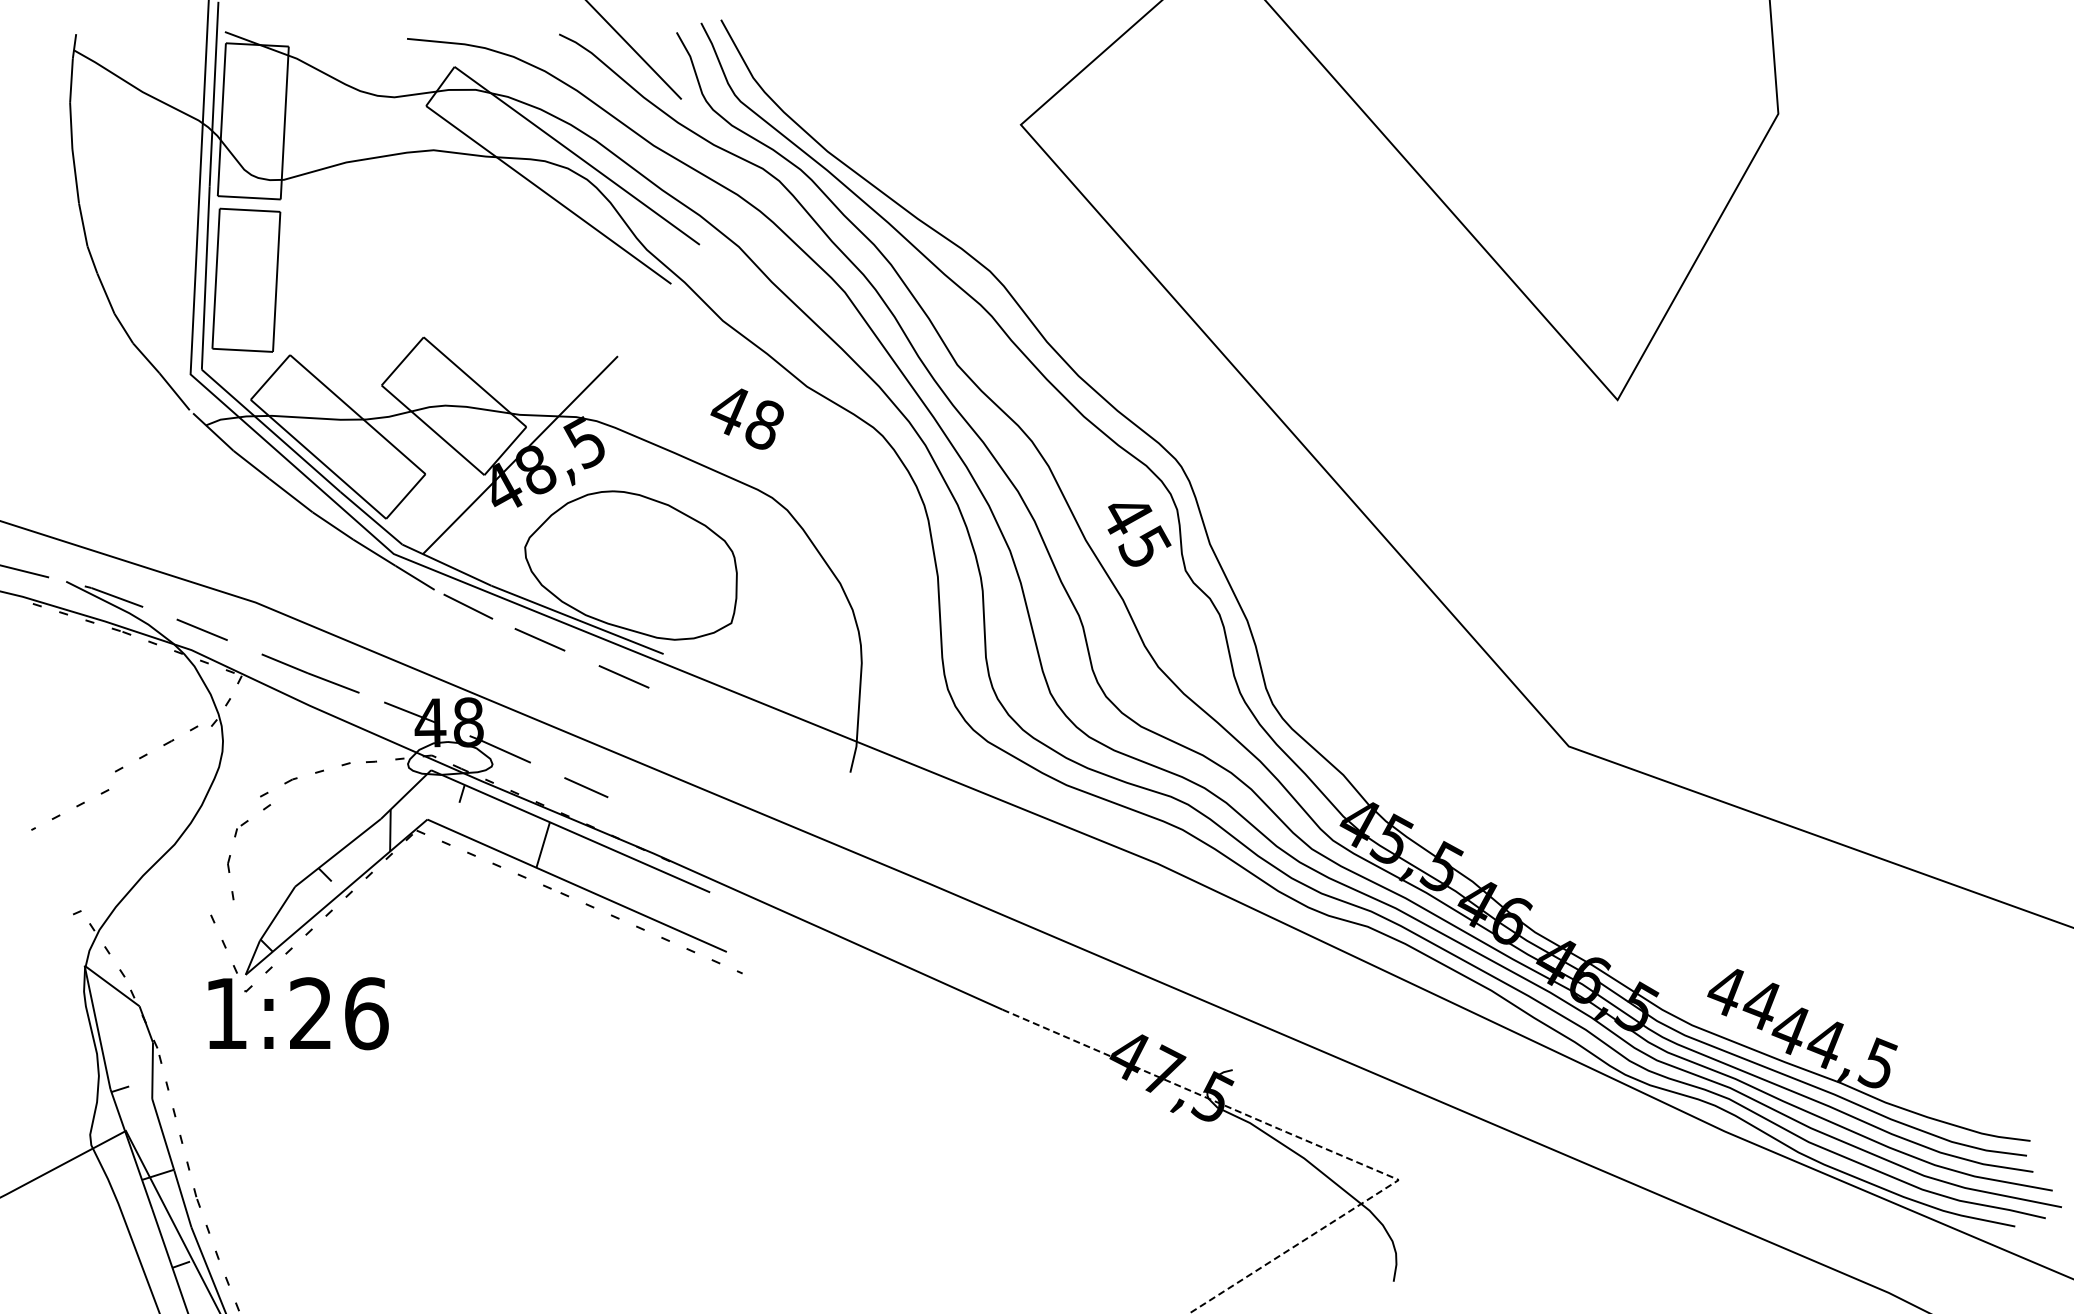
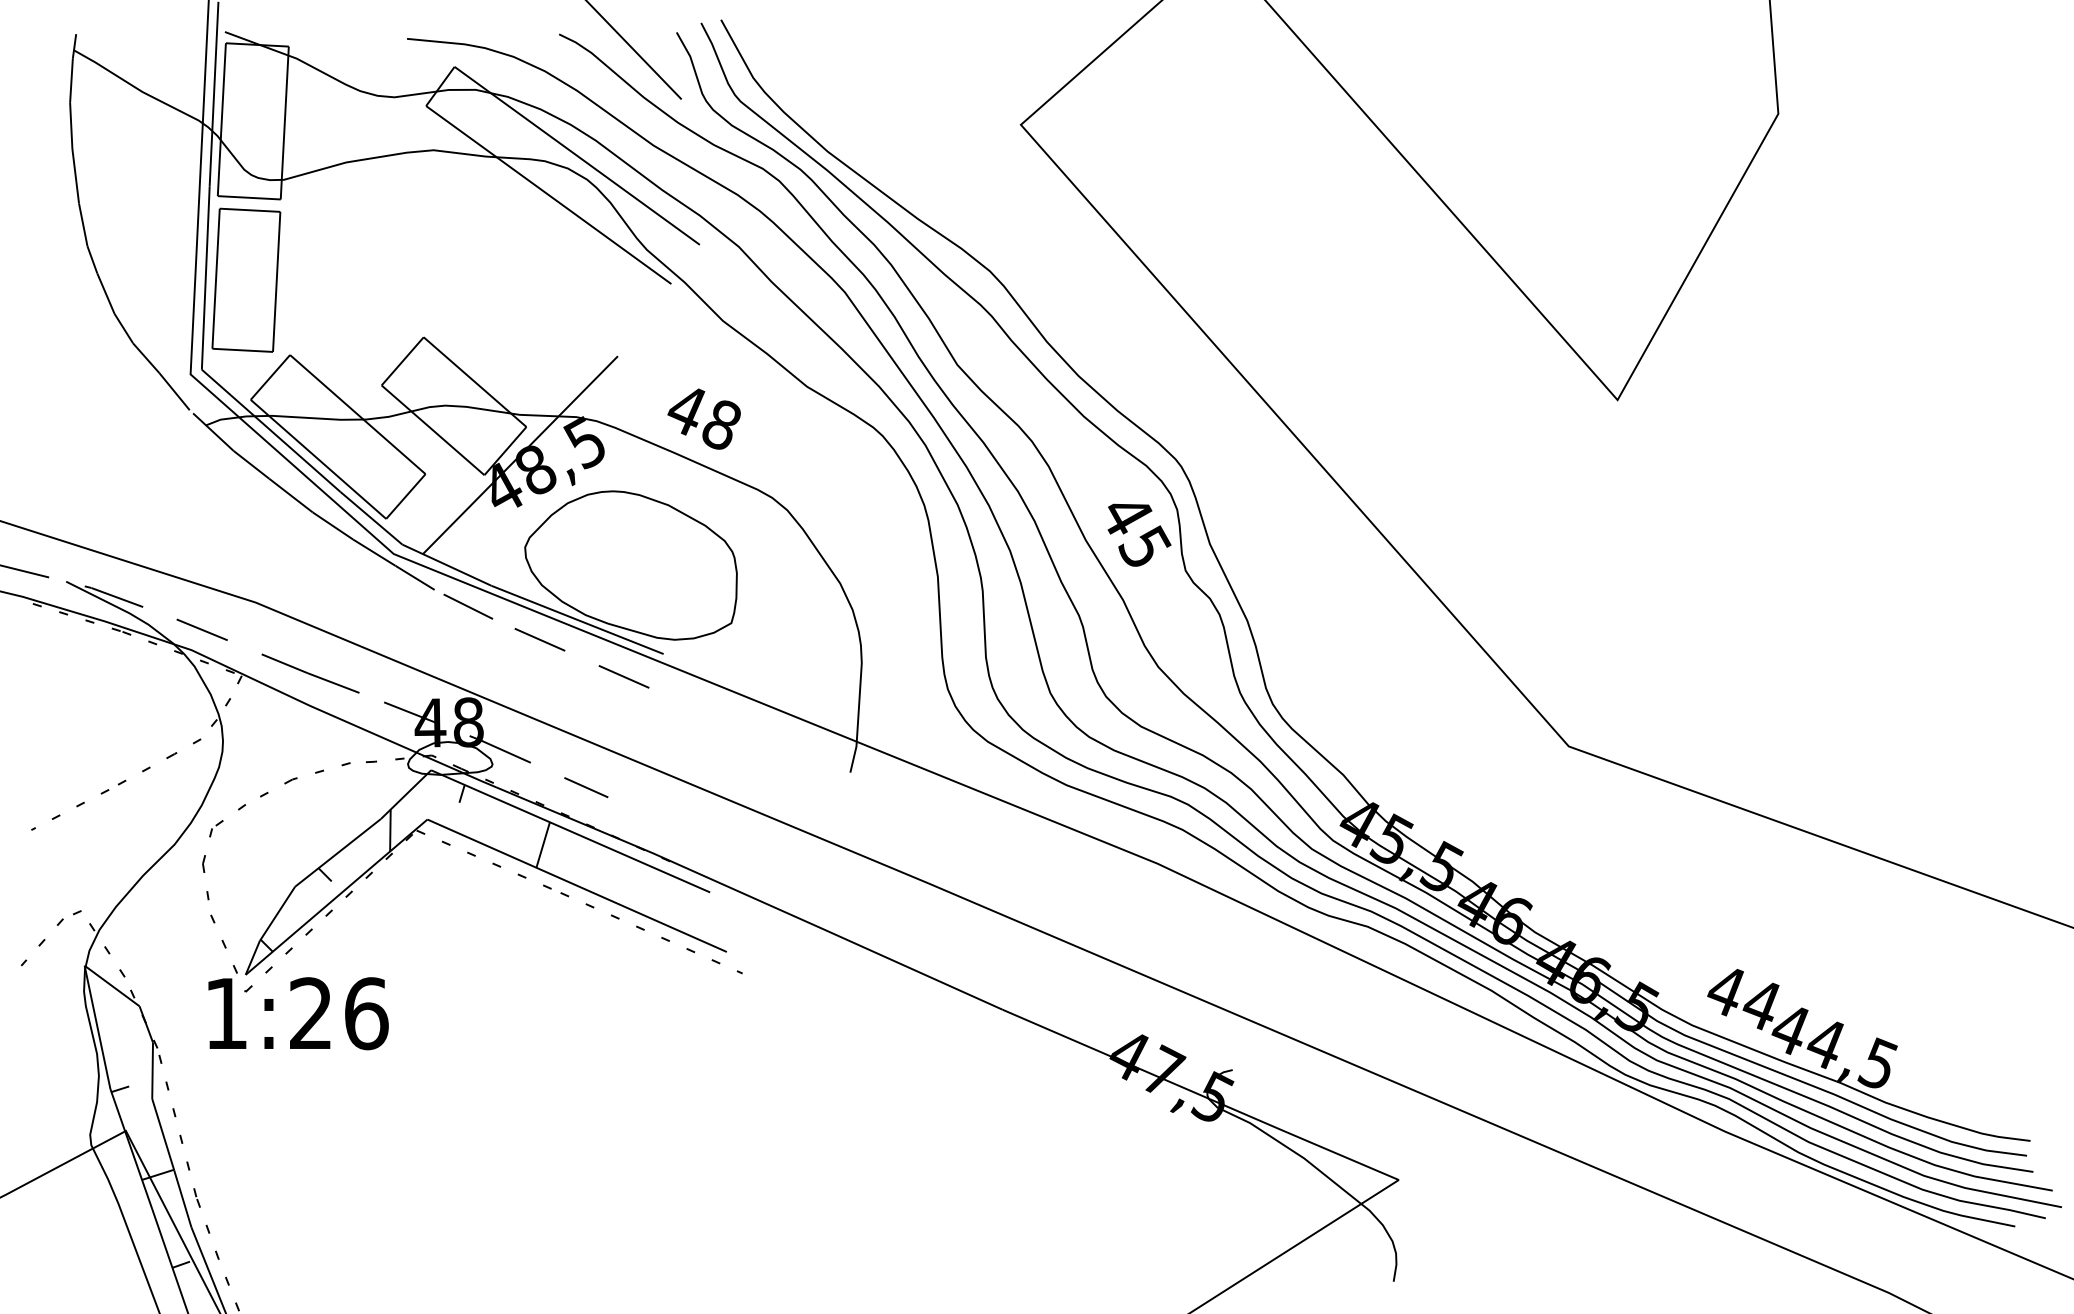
text at (746, 418) position: (746, 418) -> (703, 418)
part at (163, 745) position: (163, 745) -> (166, 758)
part at (230, 855) position: (230, 855) -> (205, 855)
line at (42, 942): none -> present
line at (1315, 1144): dashed -> solid
